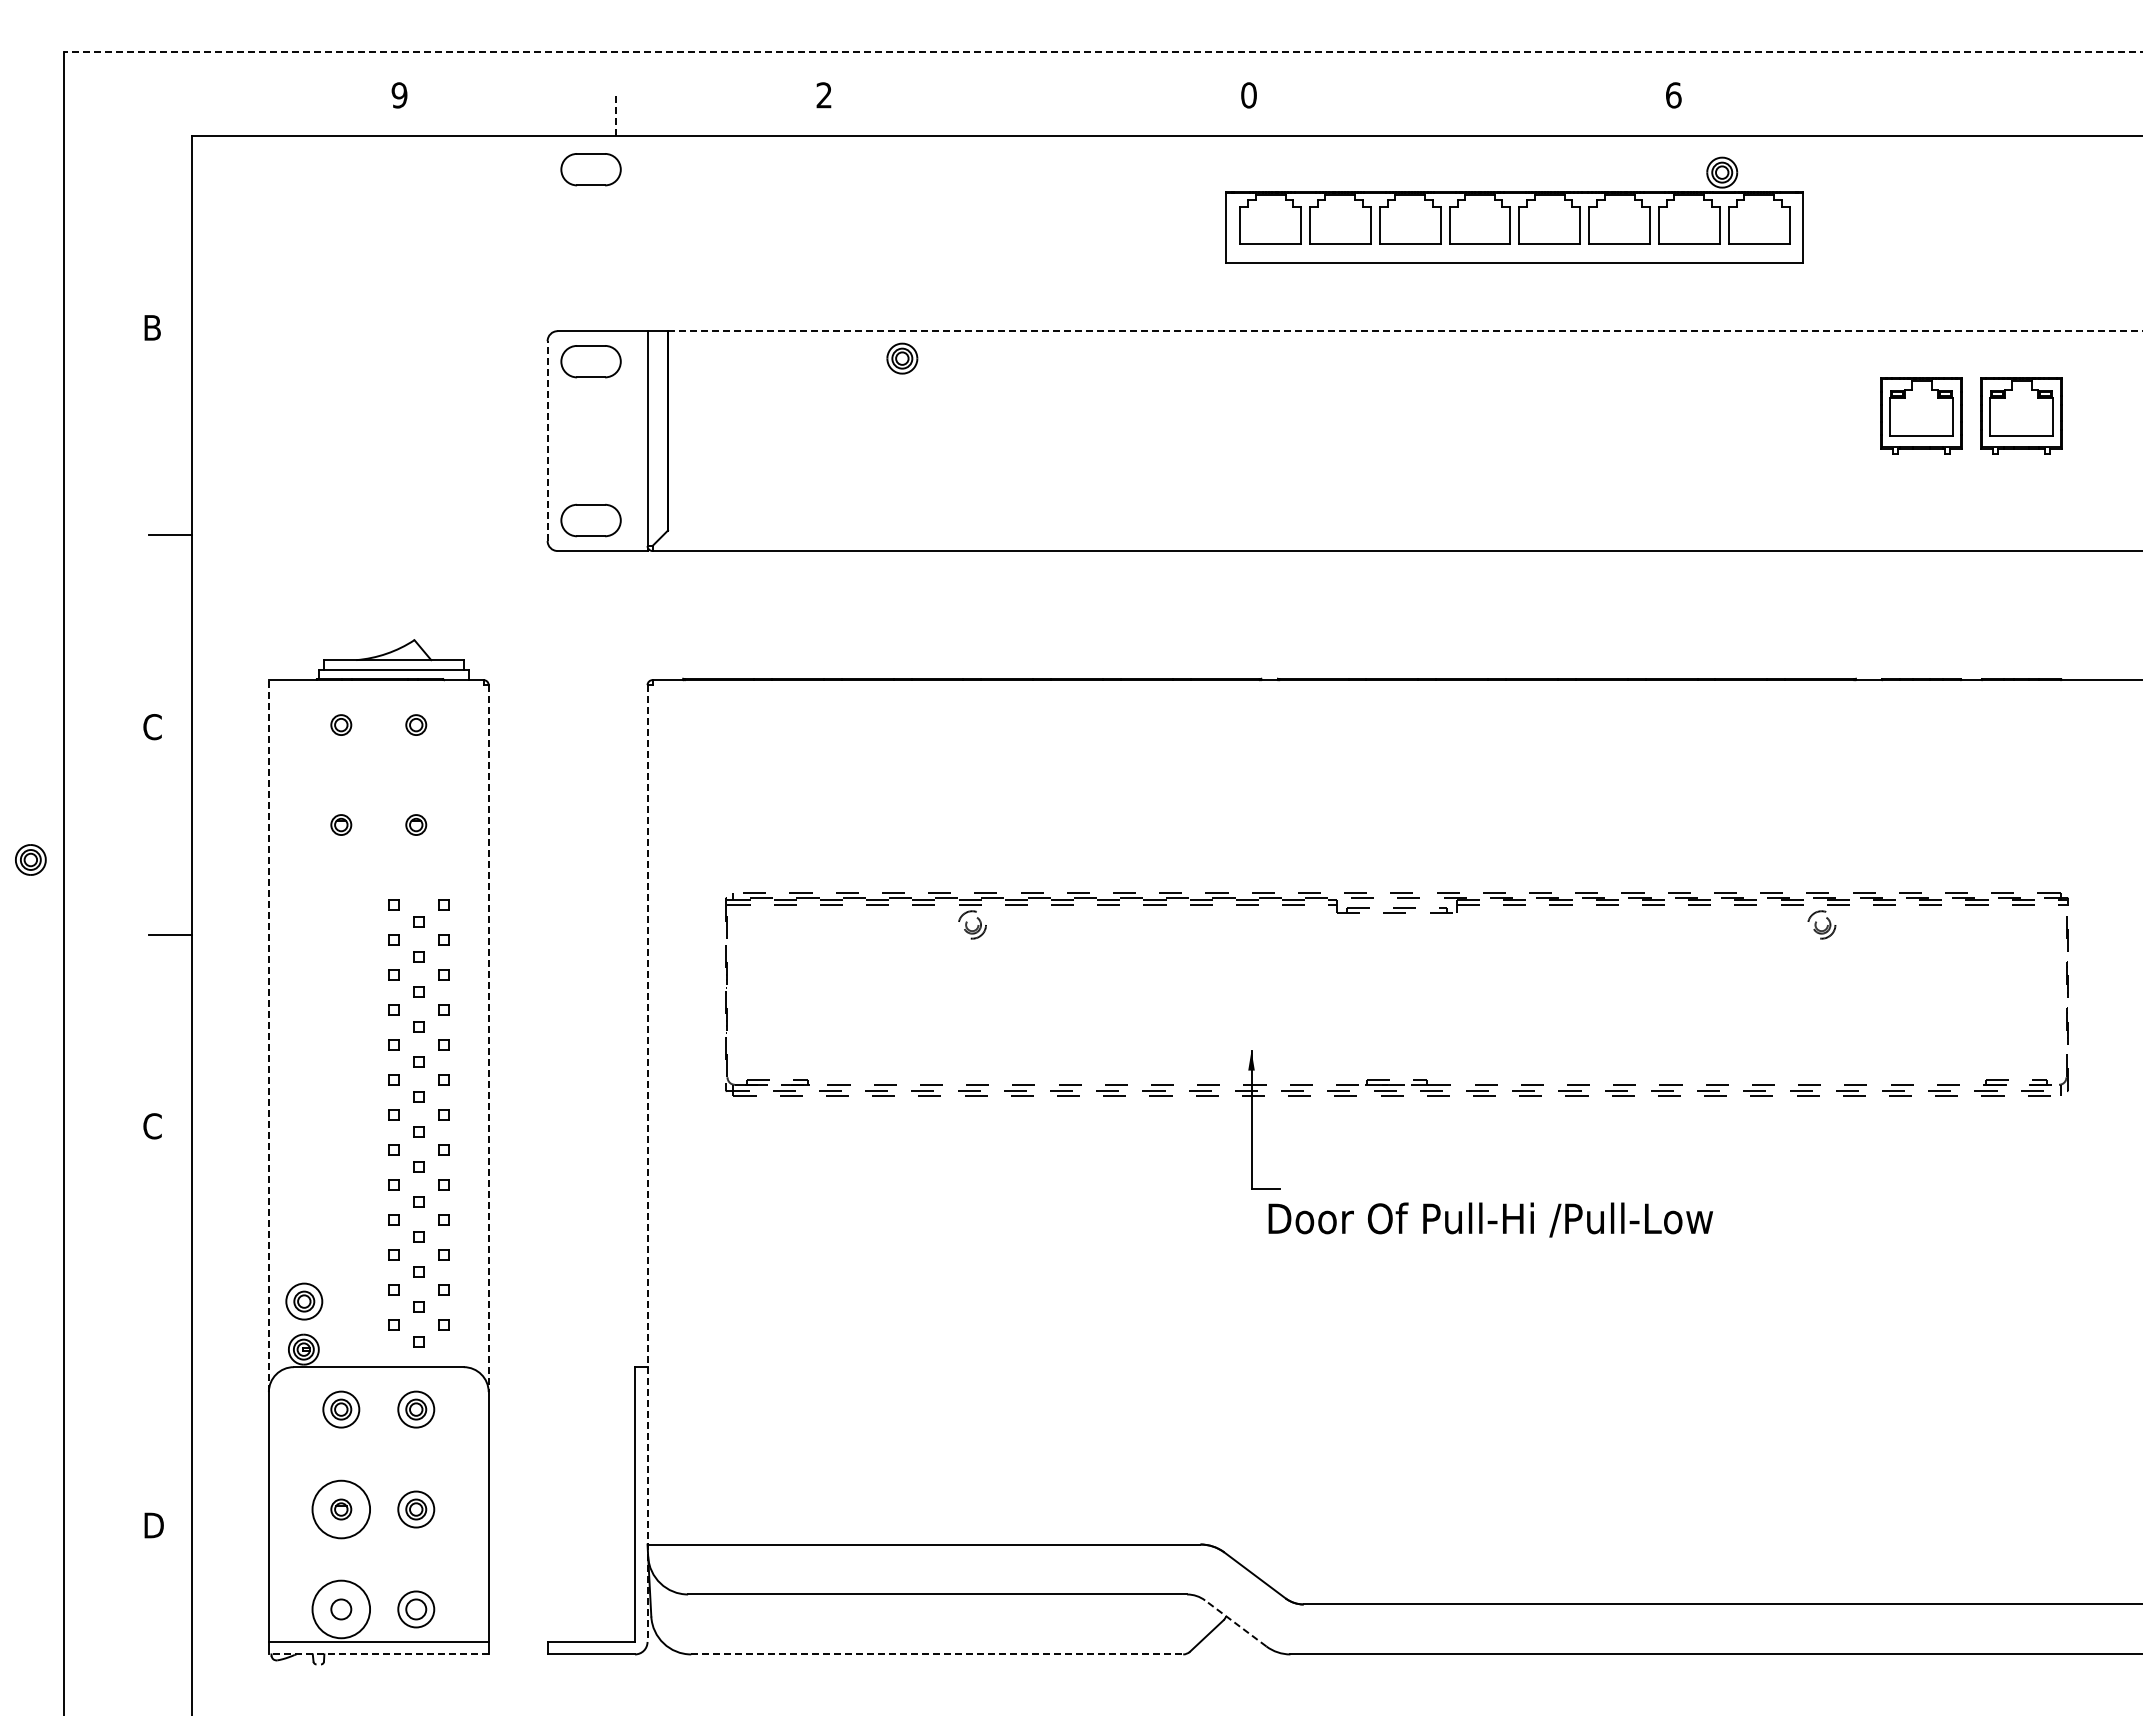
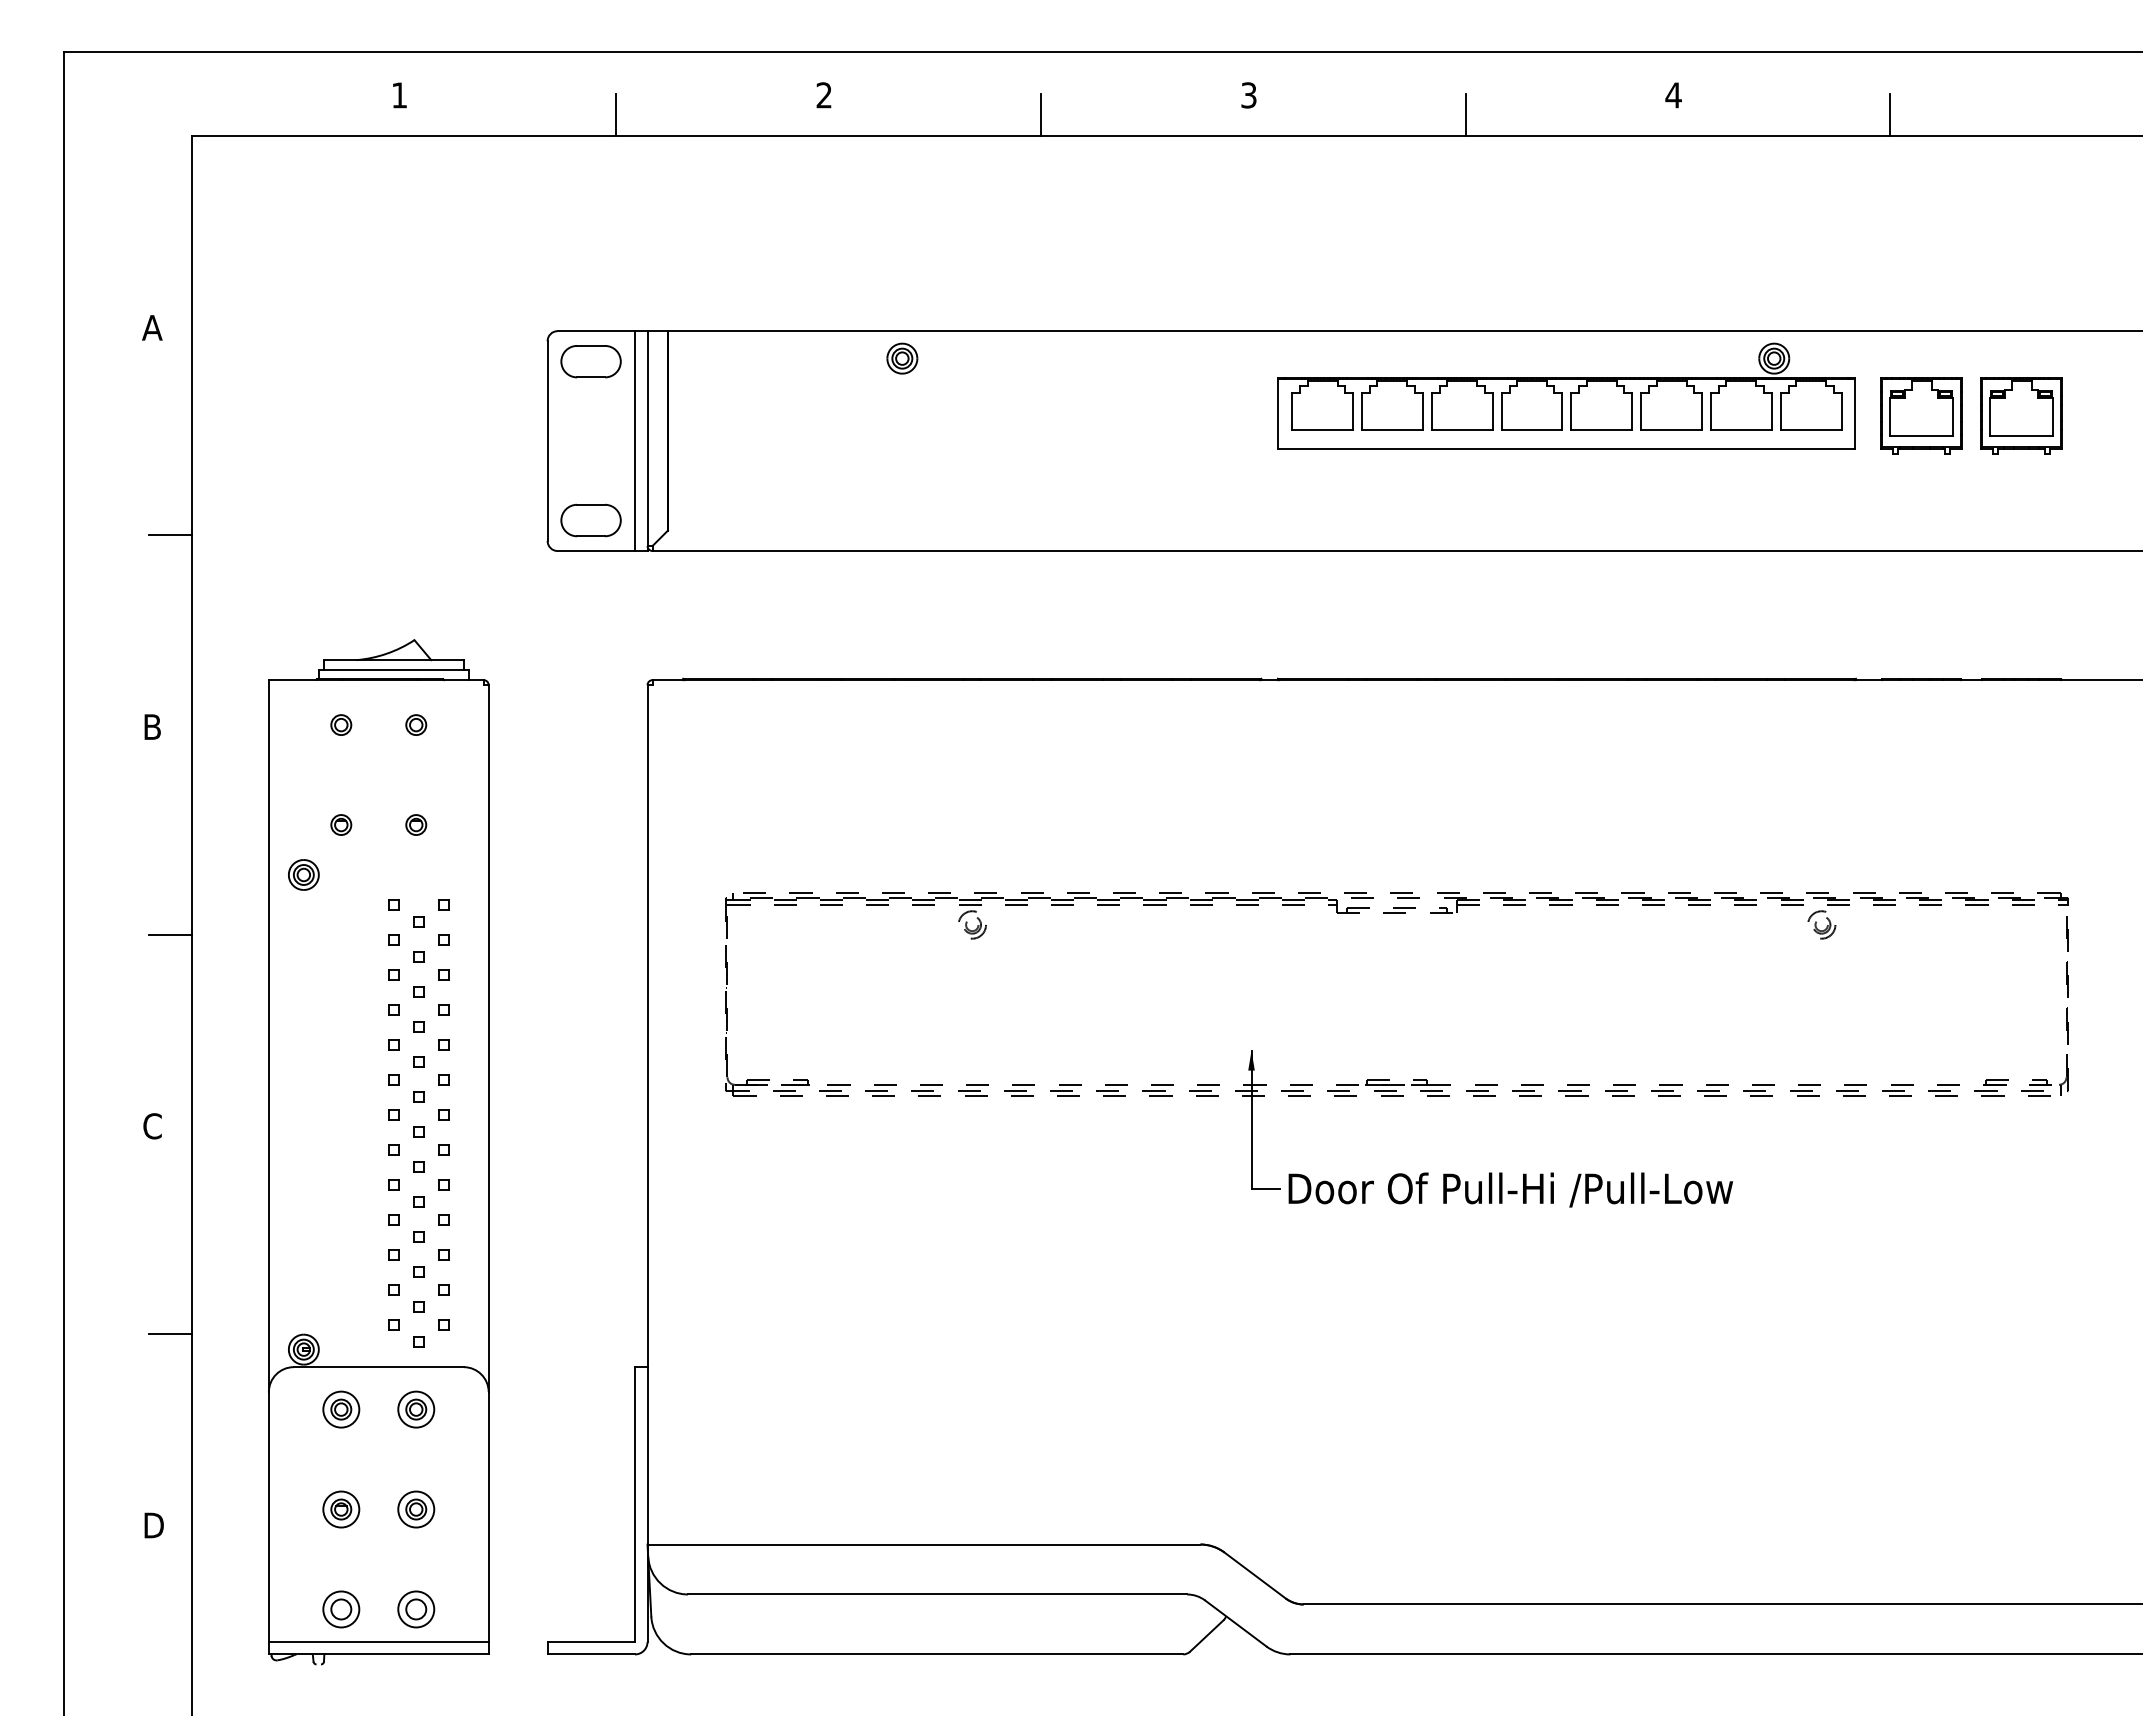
line at (1103, 51): dashed -> solid
text at (399, 95): 9 -> 1
text at (1248, 95): 0 -> 3
text at (1673, 95): 6 -> 4
line at (616, 114): dashed -> solid
line at (1041, 114): none -> present
line at (1465, 114): none -> present
line at (1890, 114): none -> present
part at (590, 169): present -> none
part at (1514, 209) position: (1514, 209) -> (1566, 395)
text at (152, 327): B -> A
line at (1405, 331): dashed -> solid
line at (547, 441): dashed -> solid
line at (635, 441): none -> present
text at (152, 727): C -> B
part at (30, 859) position: (30, 859) -> (303, 874)
line at (268, 1036): dashed -> solid
line at (488, 1039): dashed -> solid
line at (647, 1164): dashed -> solid
text at (1490, 1219) position: (1490, 1219) -> (1510, 1189)
part at (304, 1301): present -> none
line at (170, 1333): none -> present
circle at (341, 1509) diameter: 58 px -> 36 px
circle at (341, 1609) diameter: 58 px -> 36 px
line at (1235, 1623): dashed -> solid
line at (378, 1654): dashed -> solid
line at (937, 1654): dashed -> solid
